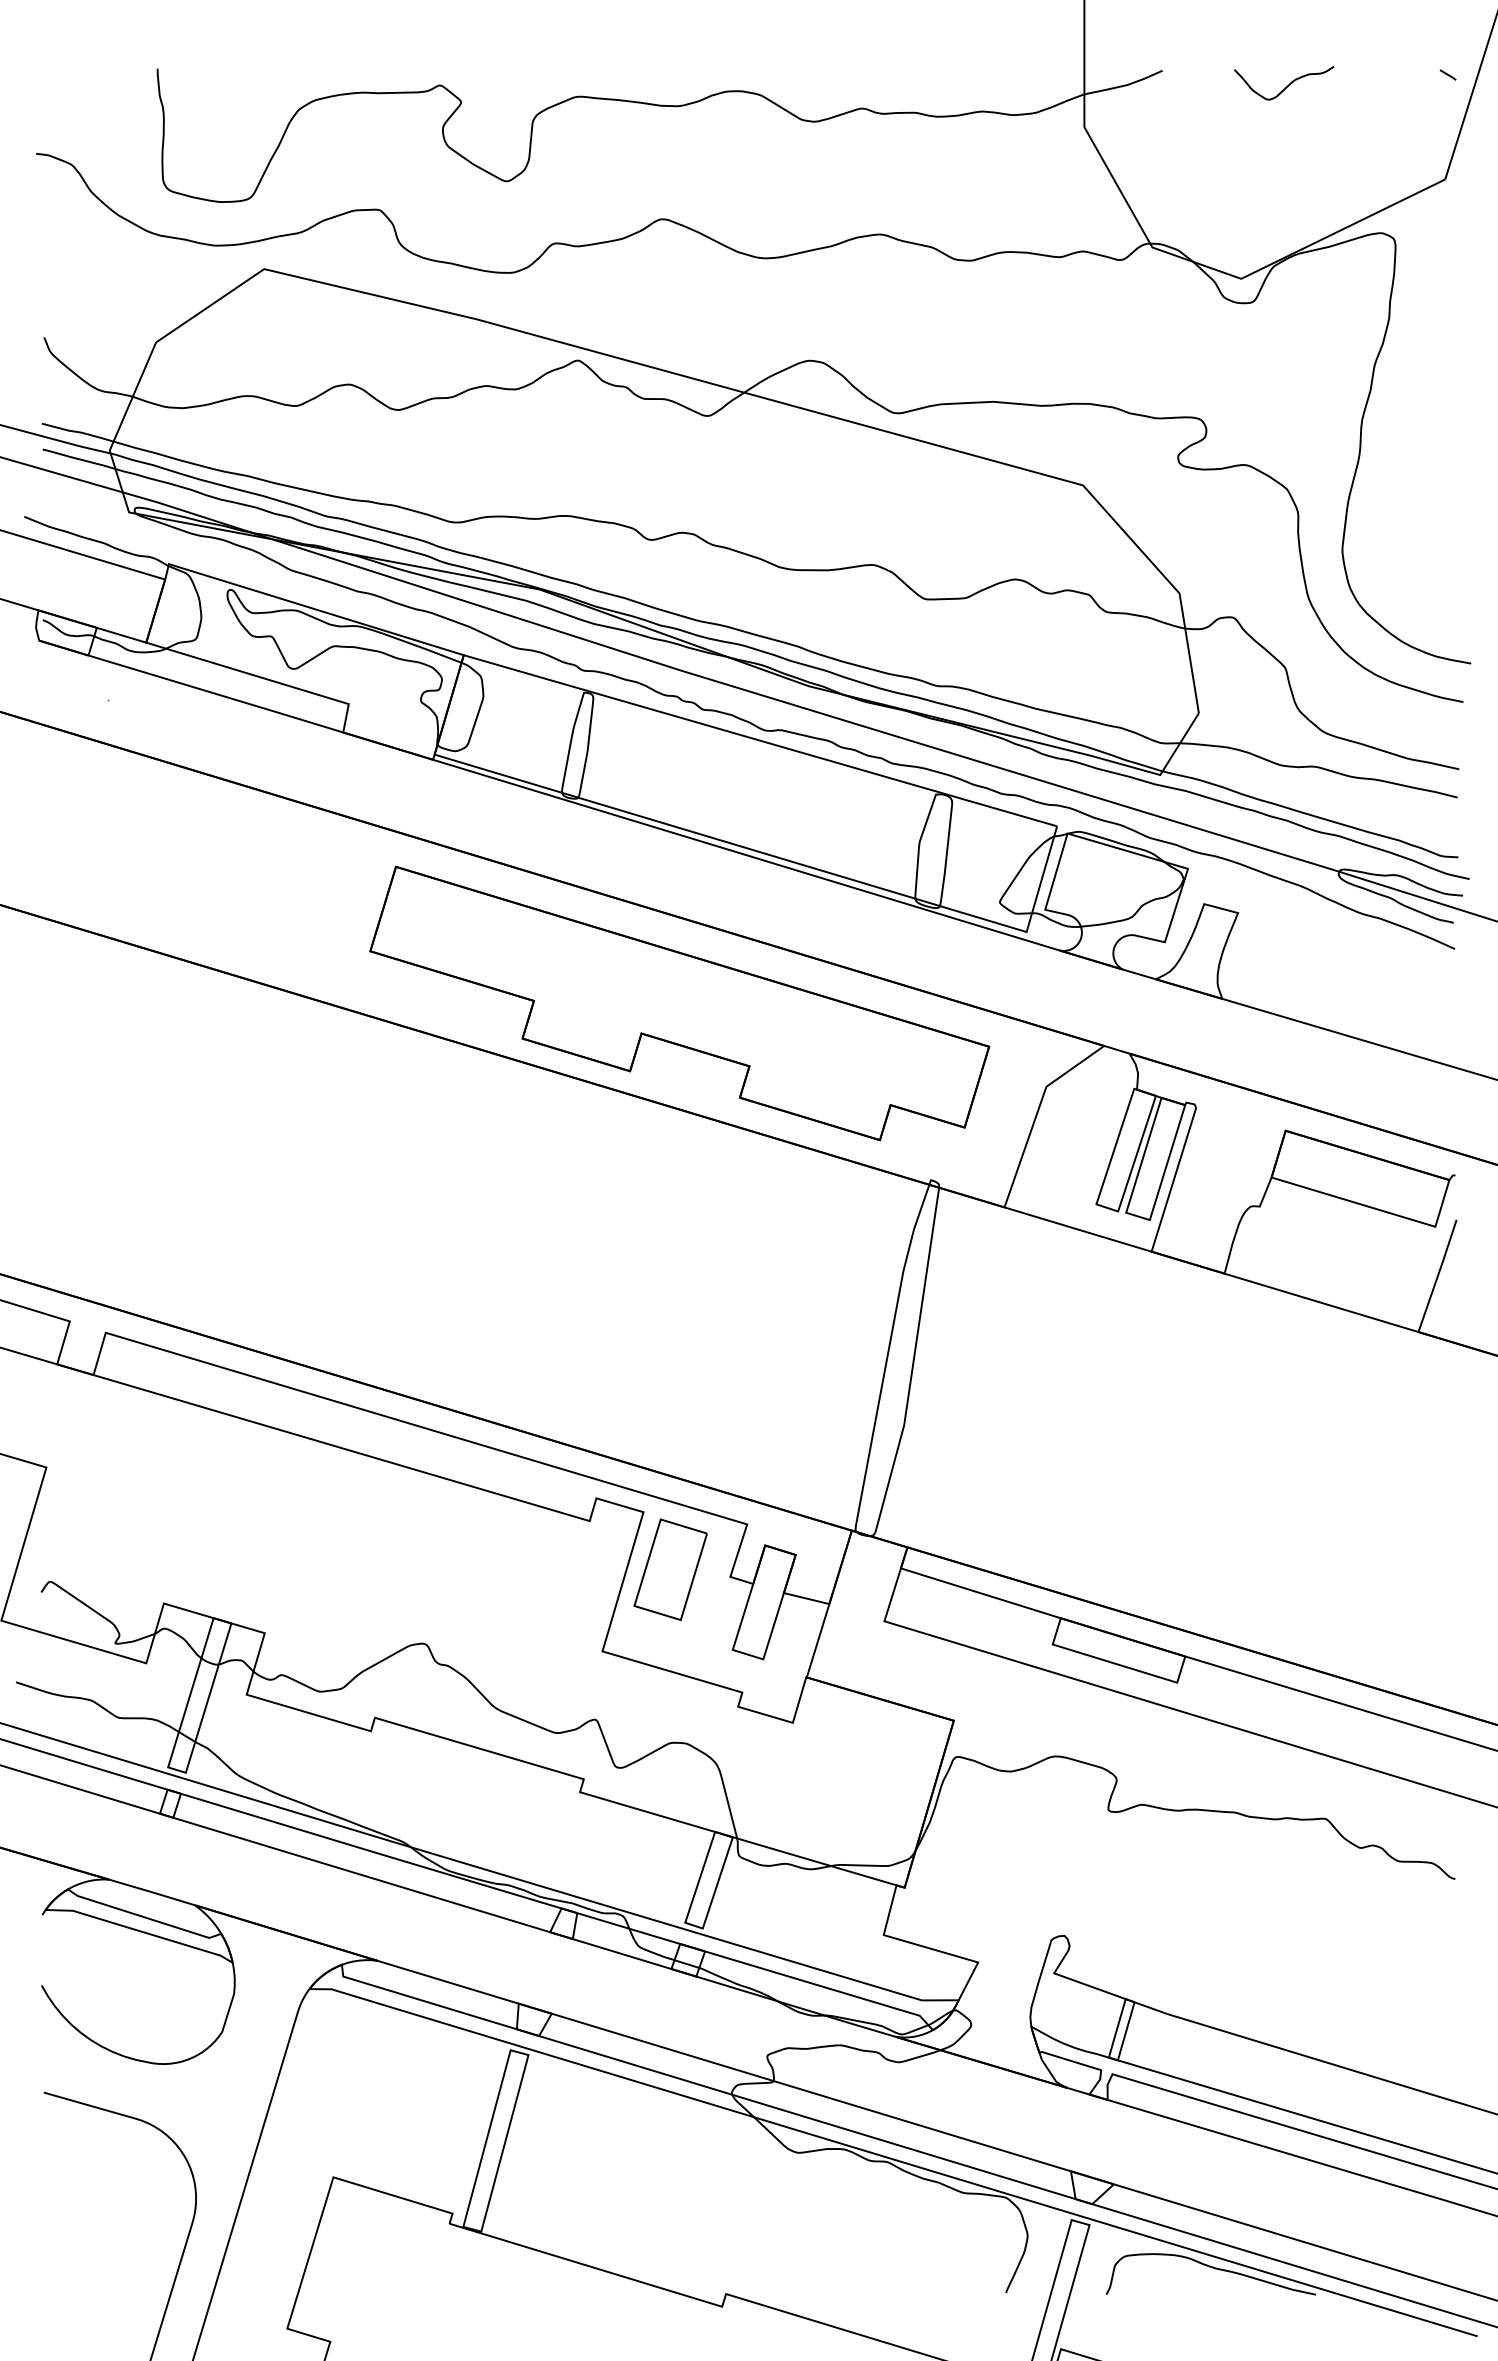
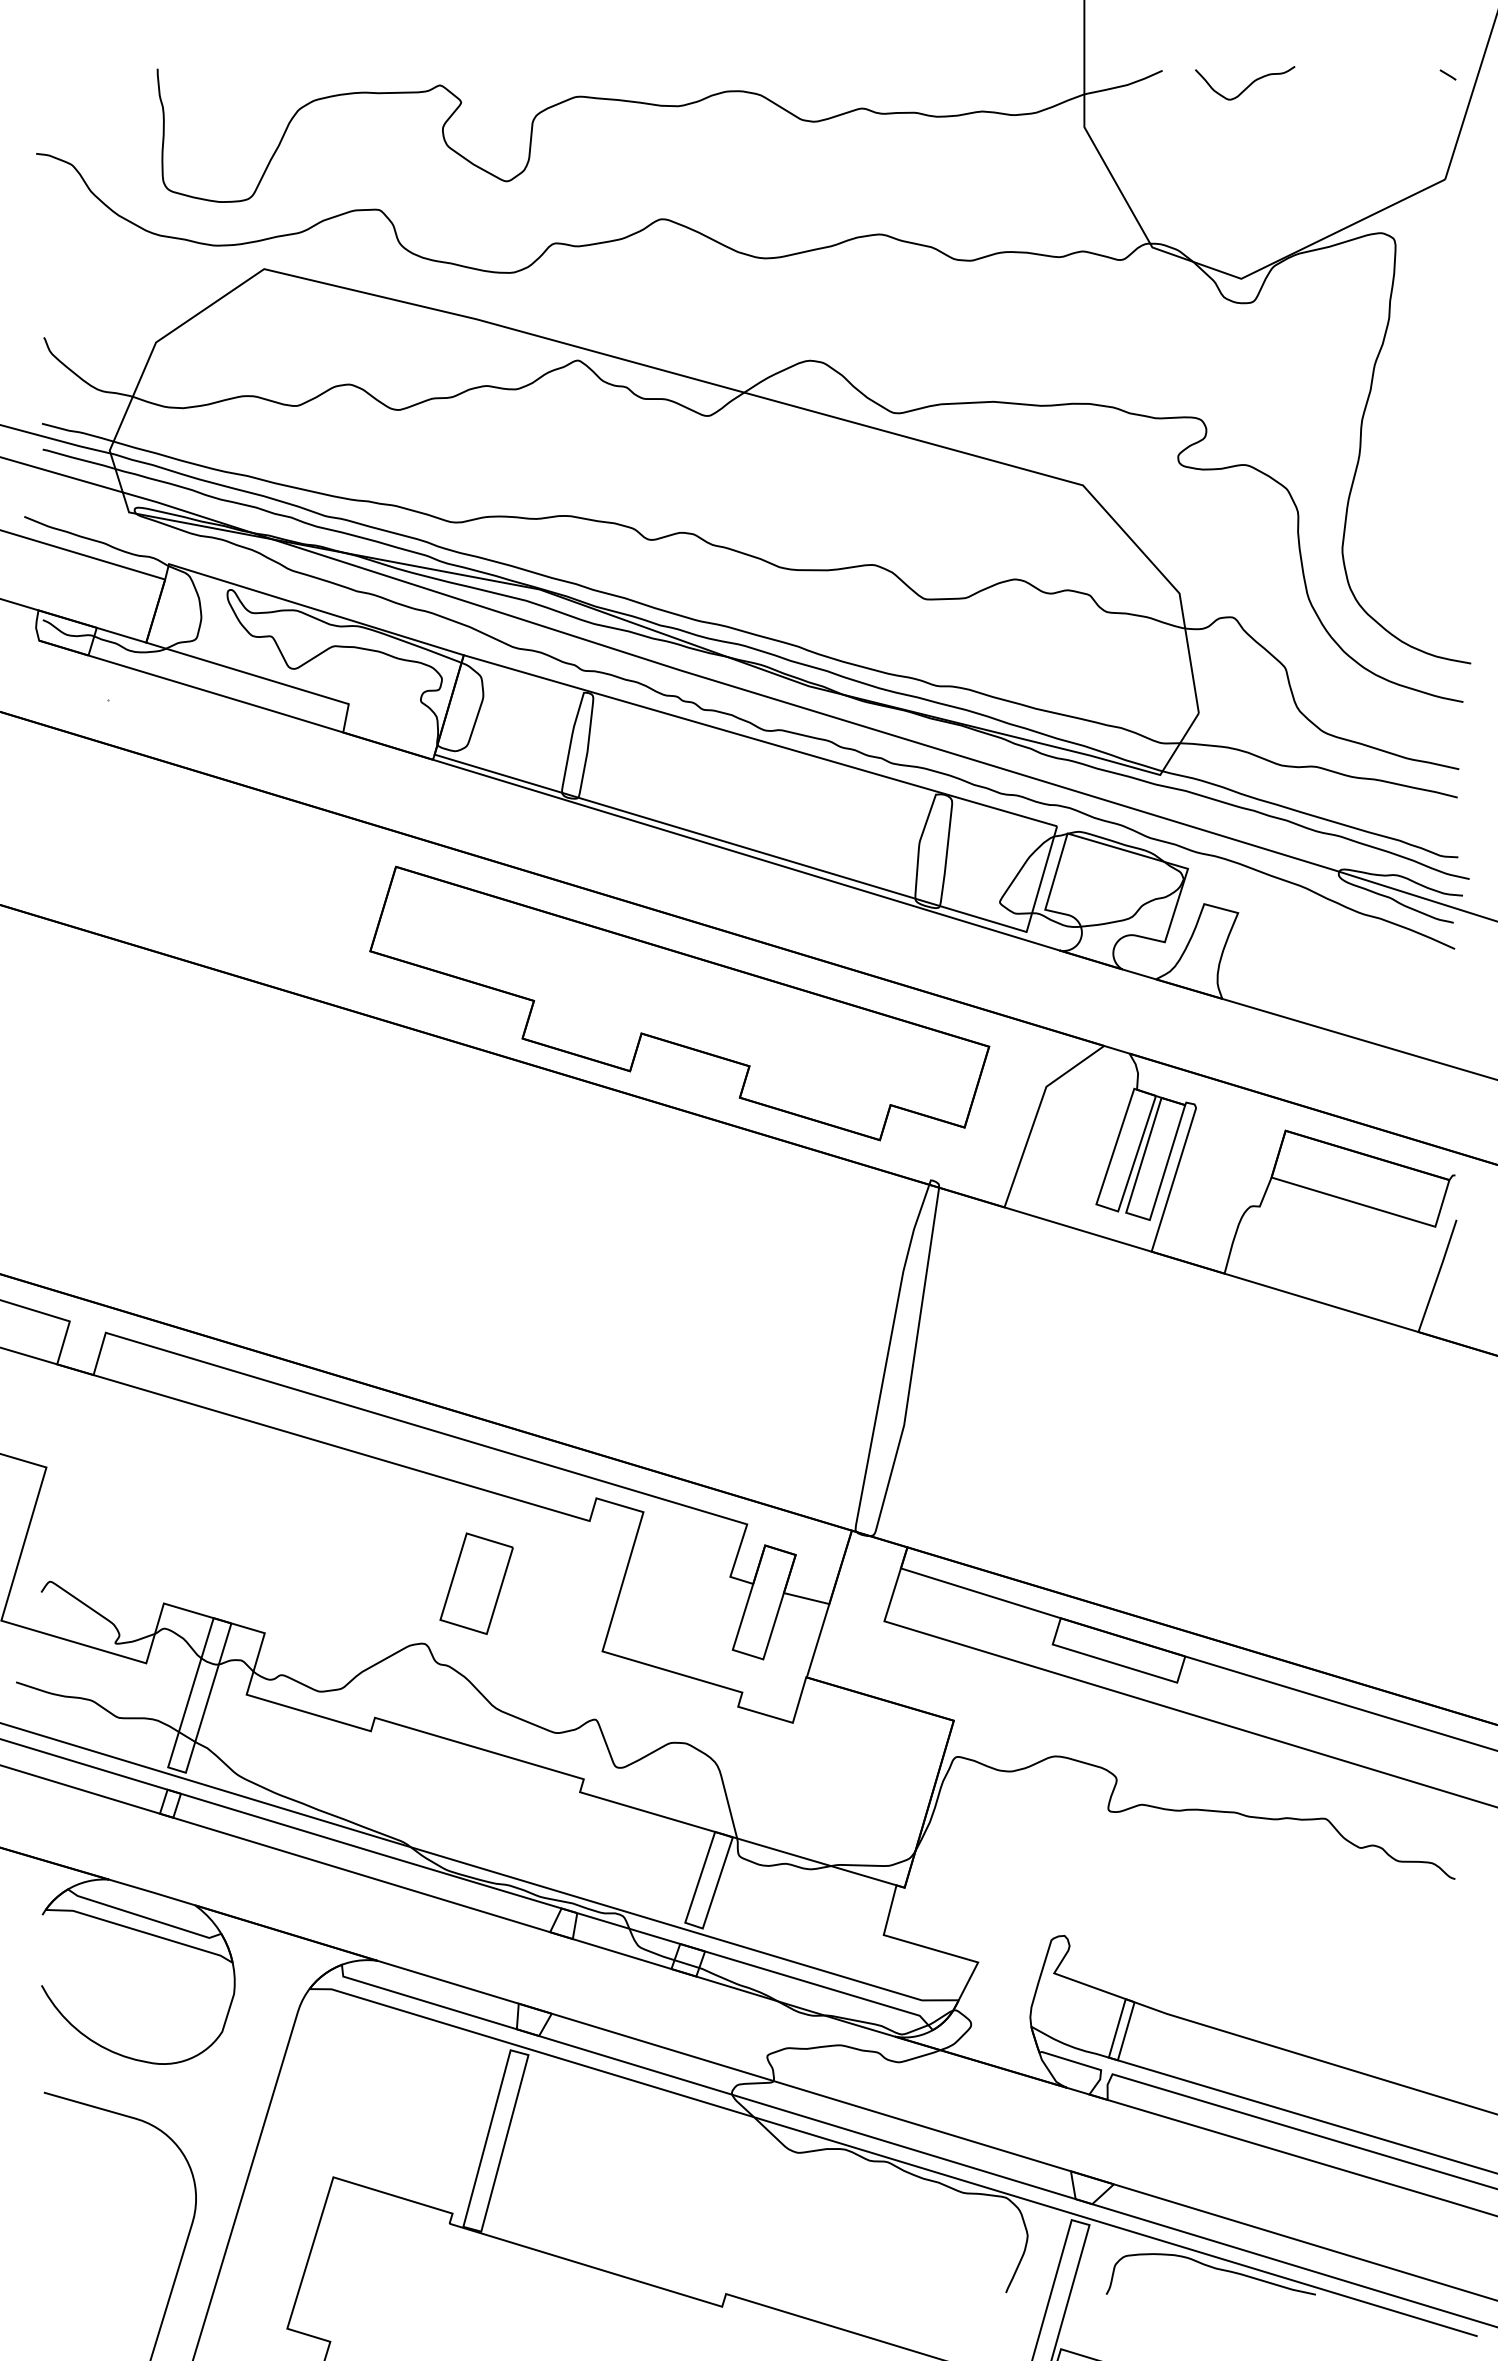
curve at (1287, 85) position: (1287, 85) -> (1248, 85)
part at (670, 1569) position: (670, 1569) -> (476, 1583)
